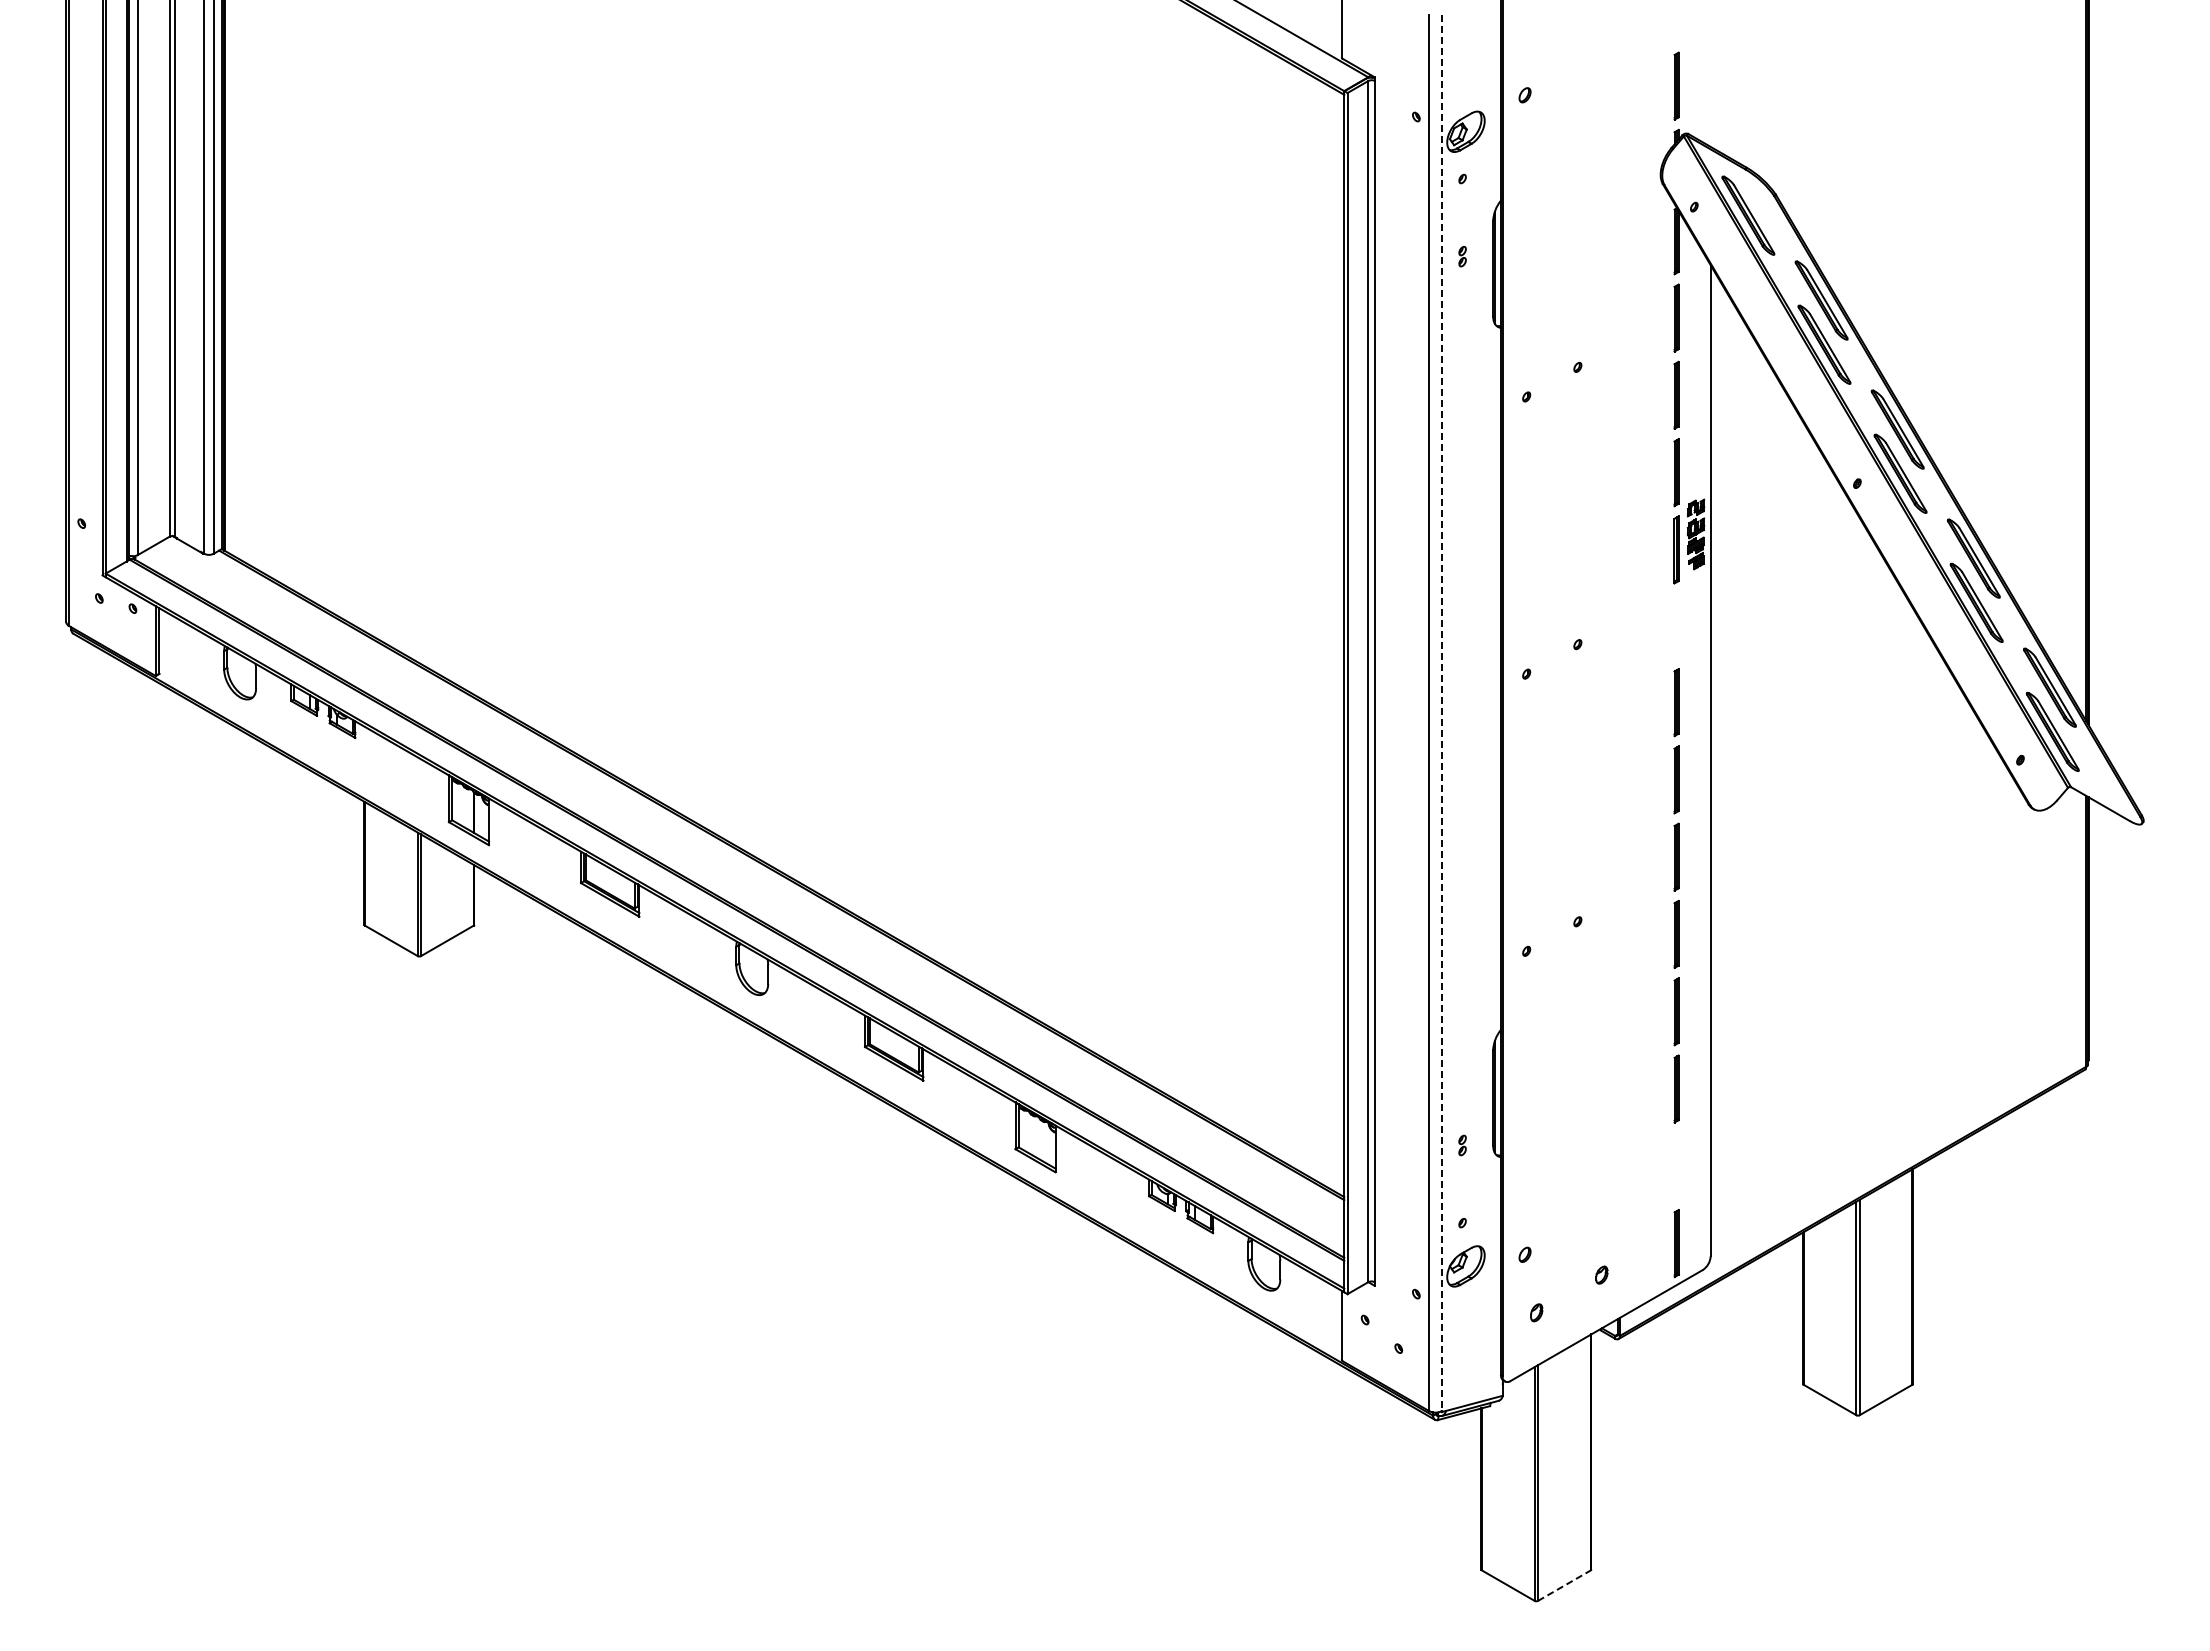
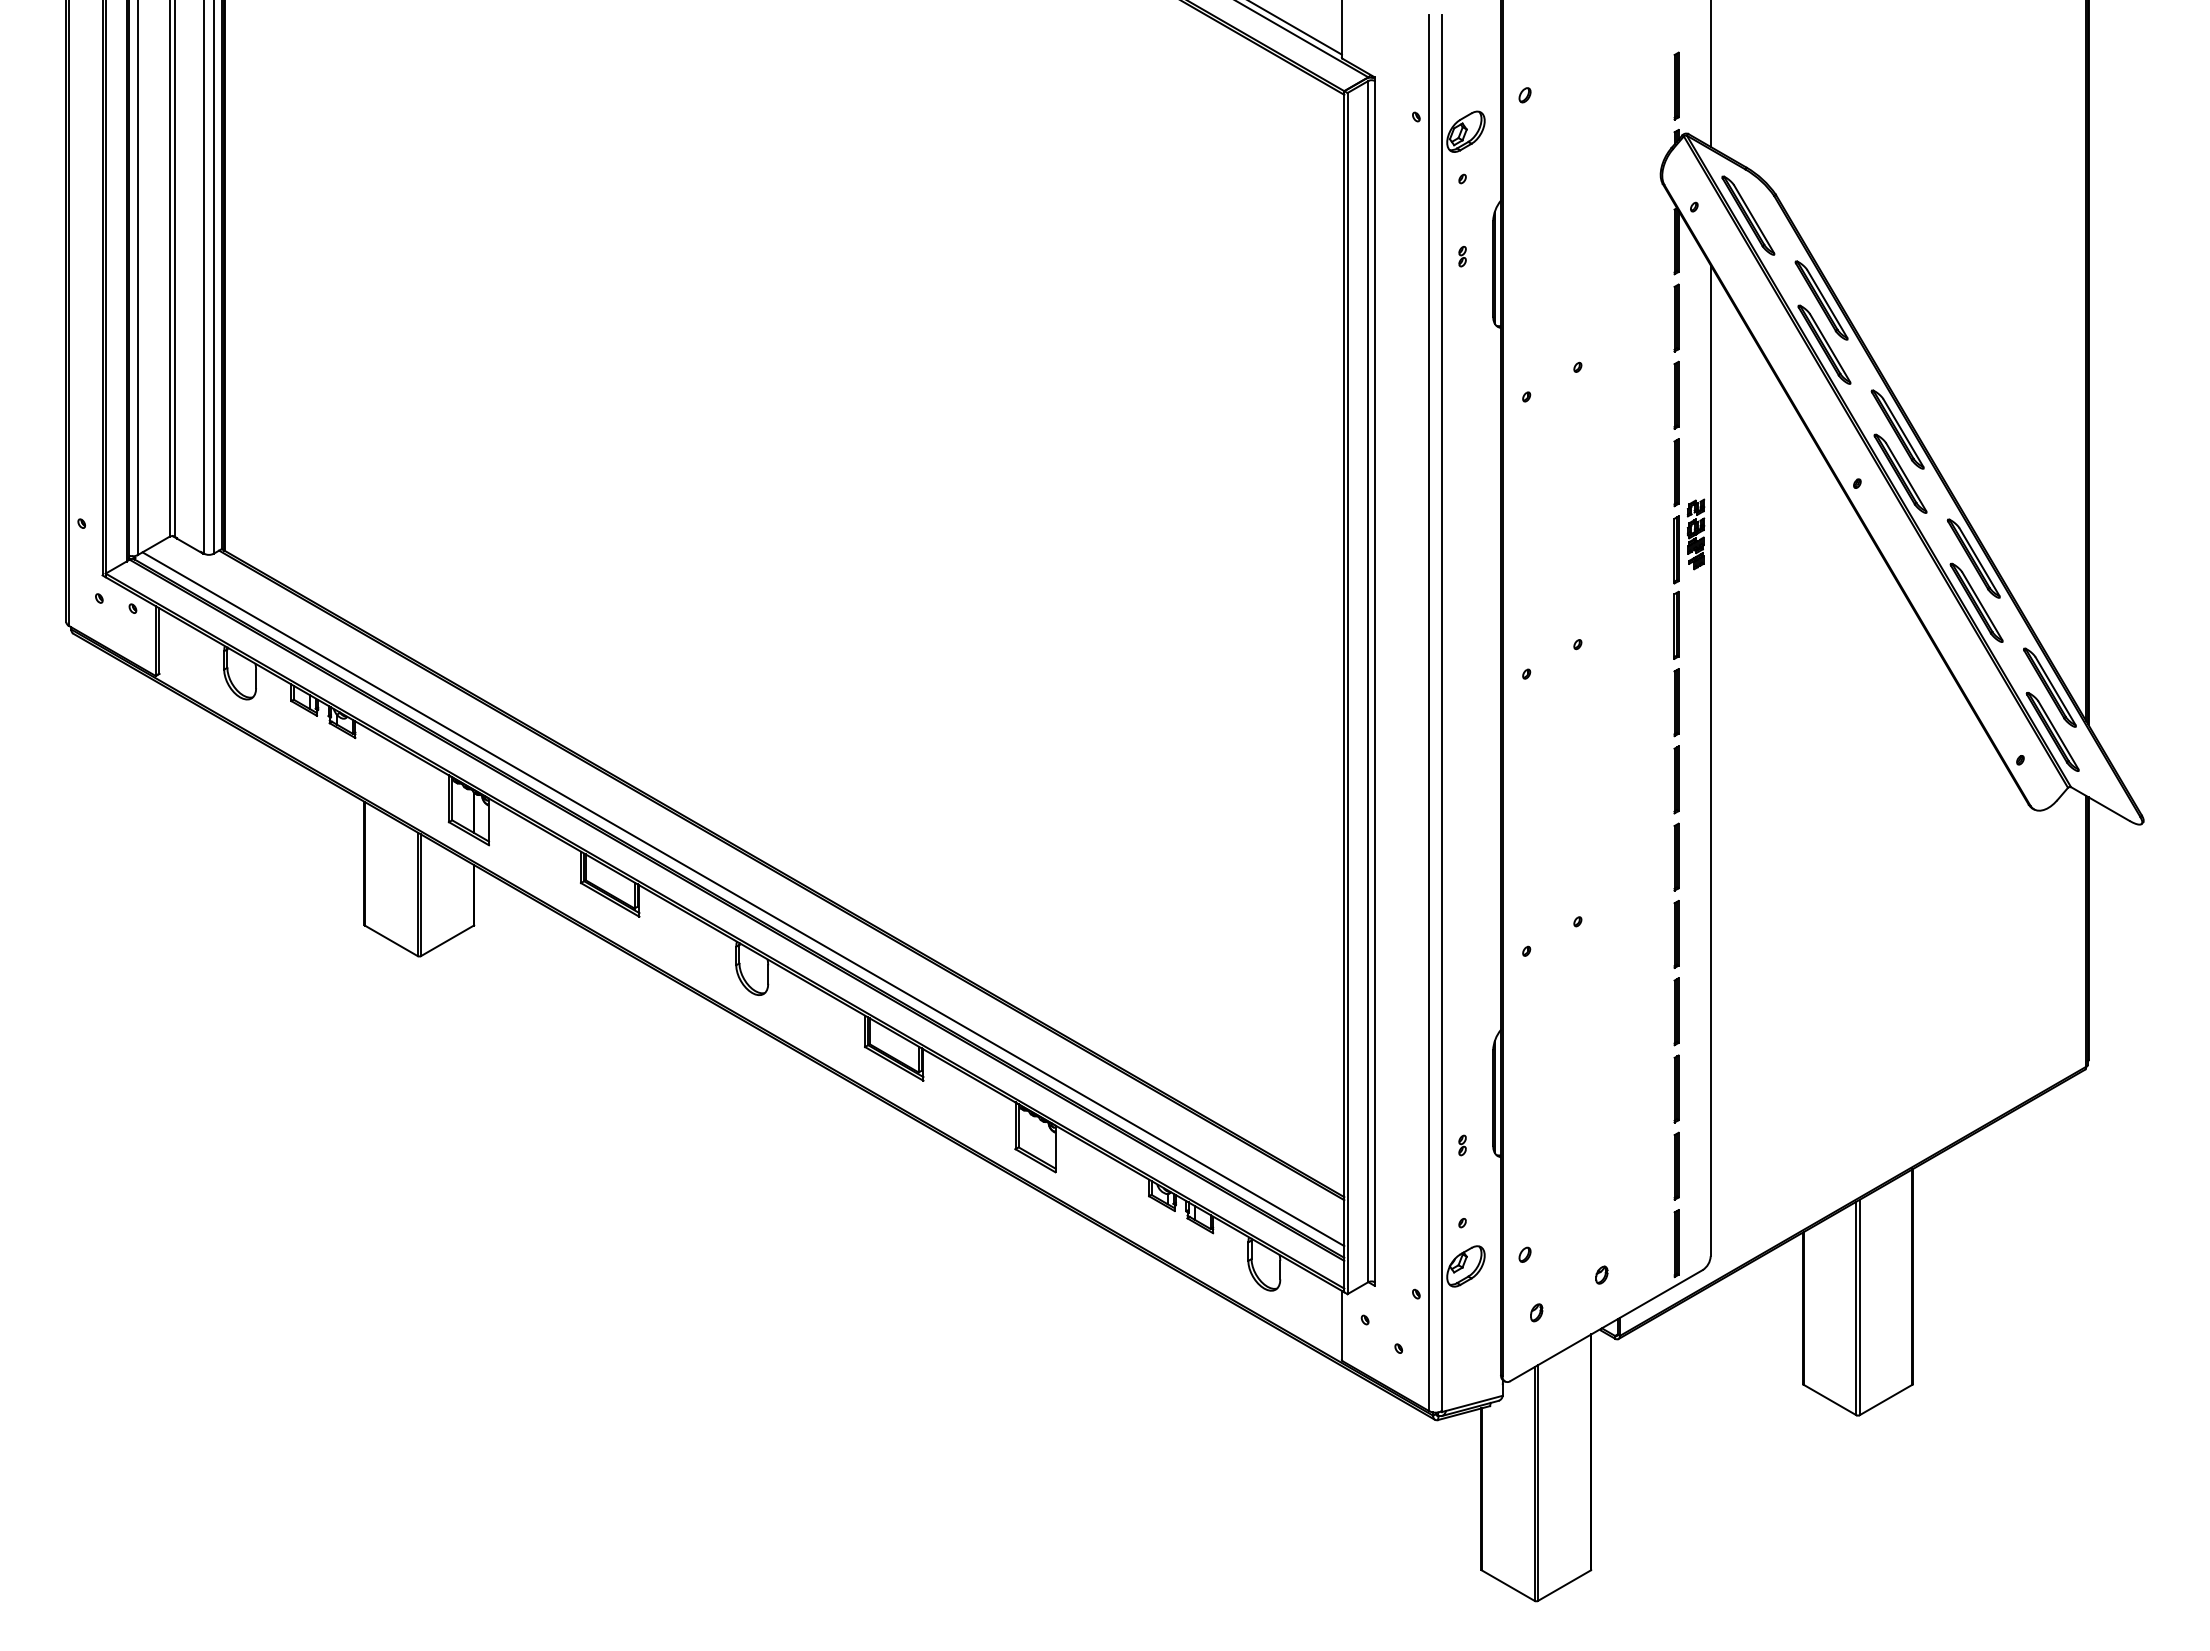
line at (1296, 28): none -> present
line at (1710, 74): none -> present
part at (1676, 624): none -> present
line at (1441, 713): dashed -> solid
line at (743, 899): none -> present
part at (1676, 1165): none -> present
line at (1564, 1585): dashed -> solid
